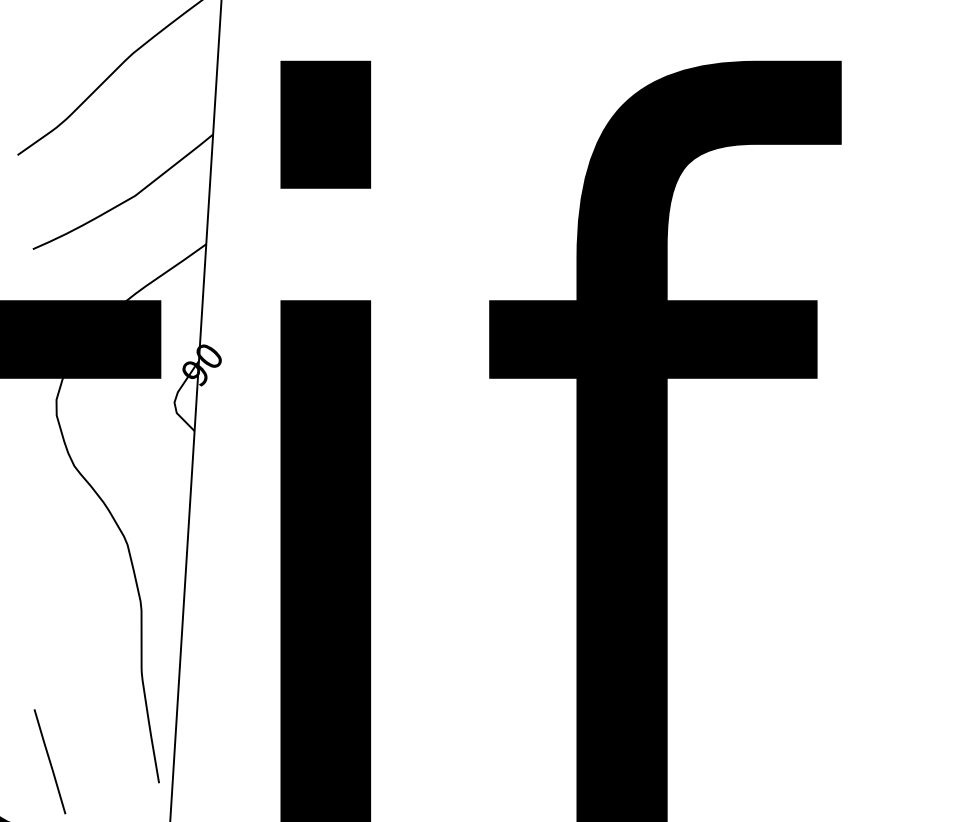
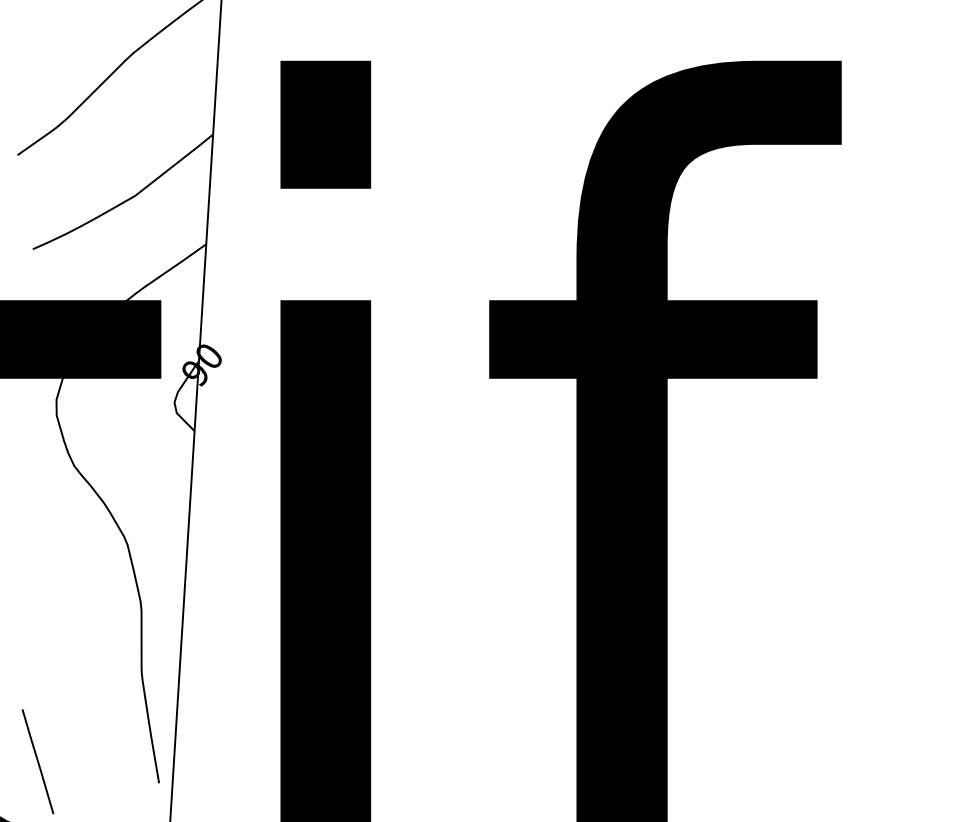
line at (49, 761) position: (49, 761) -> (37, 761)
